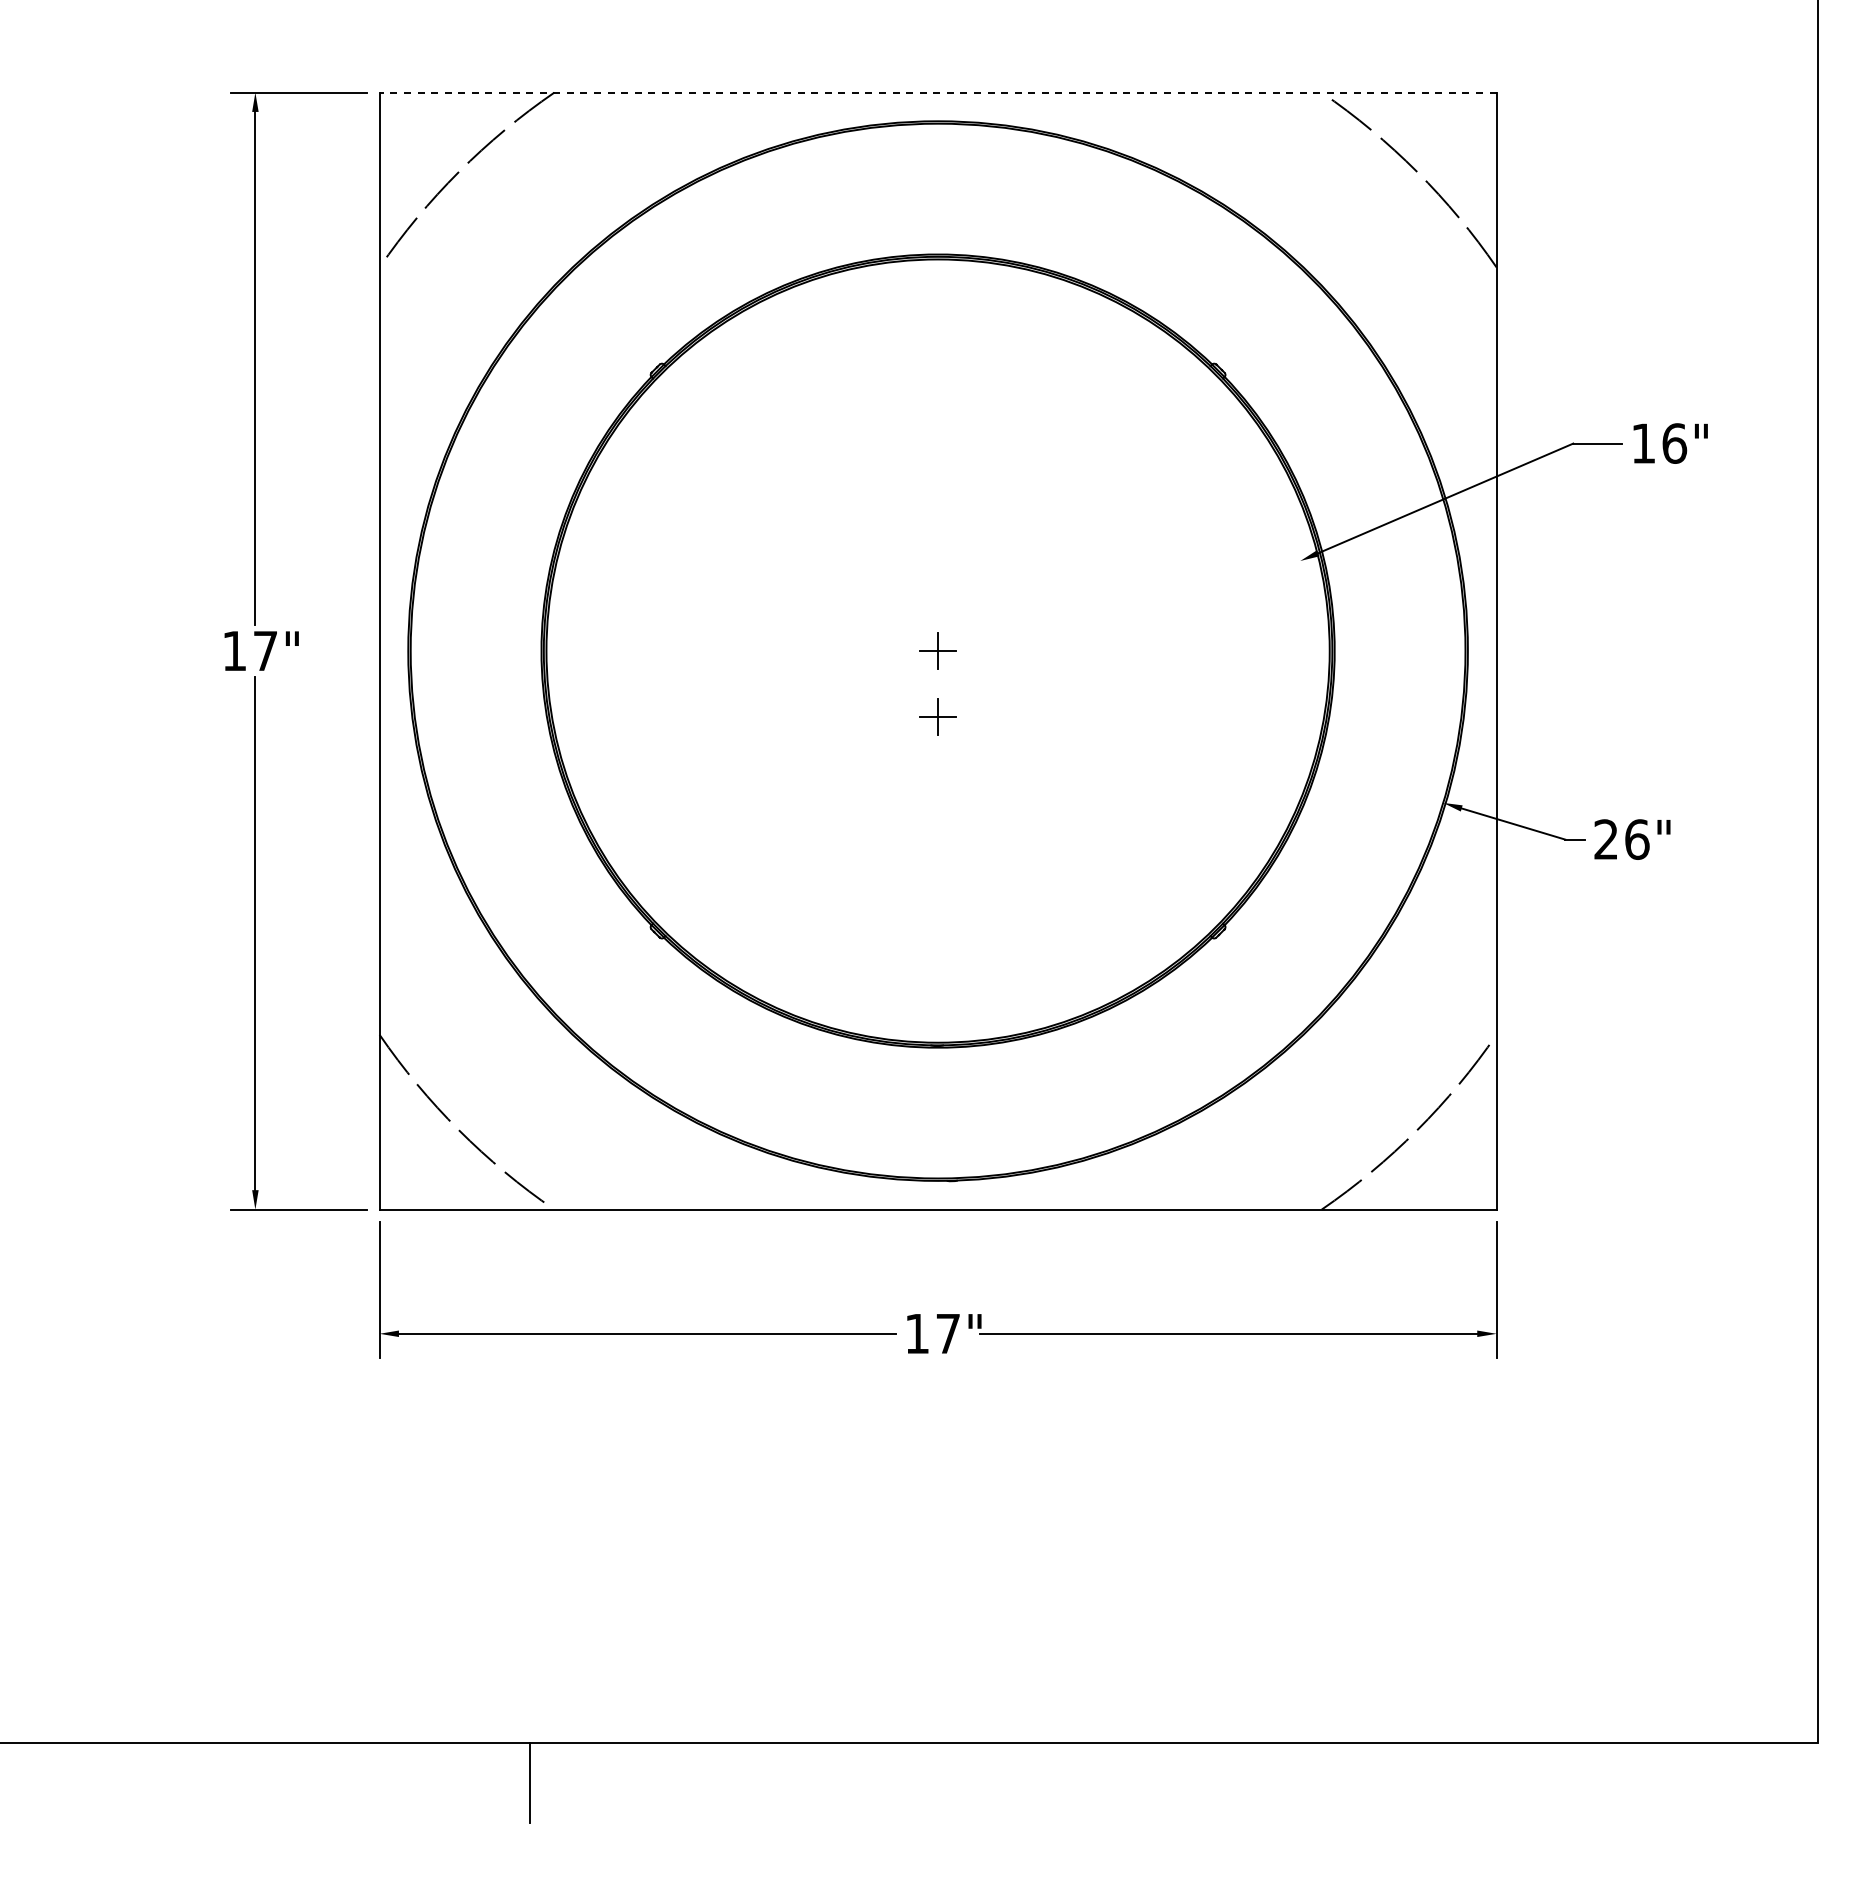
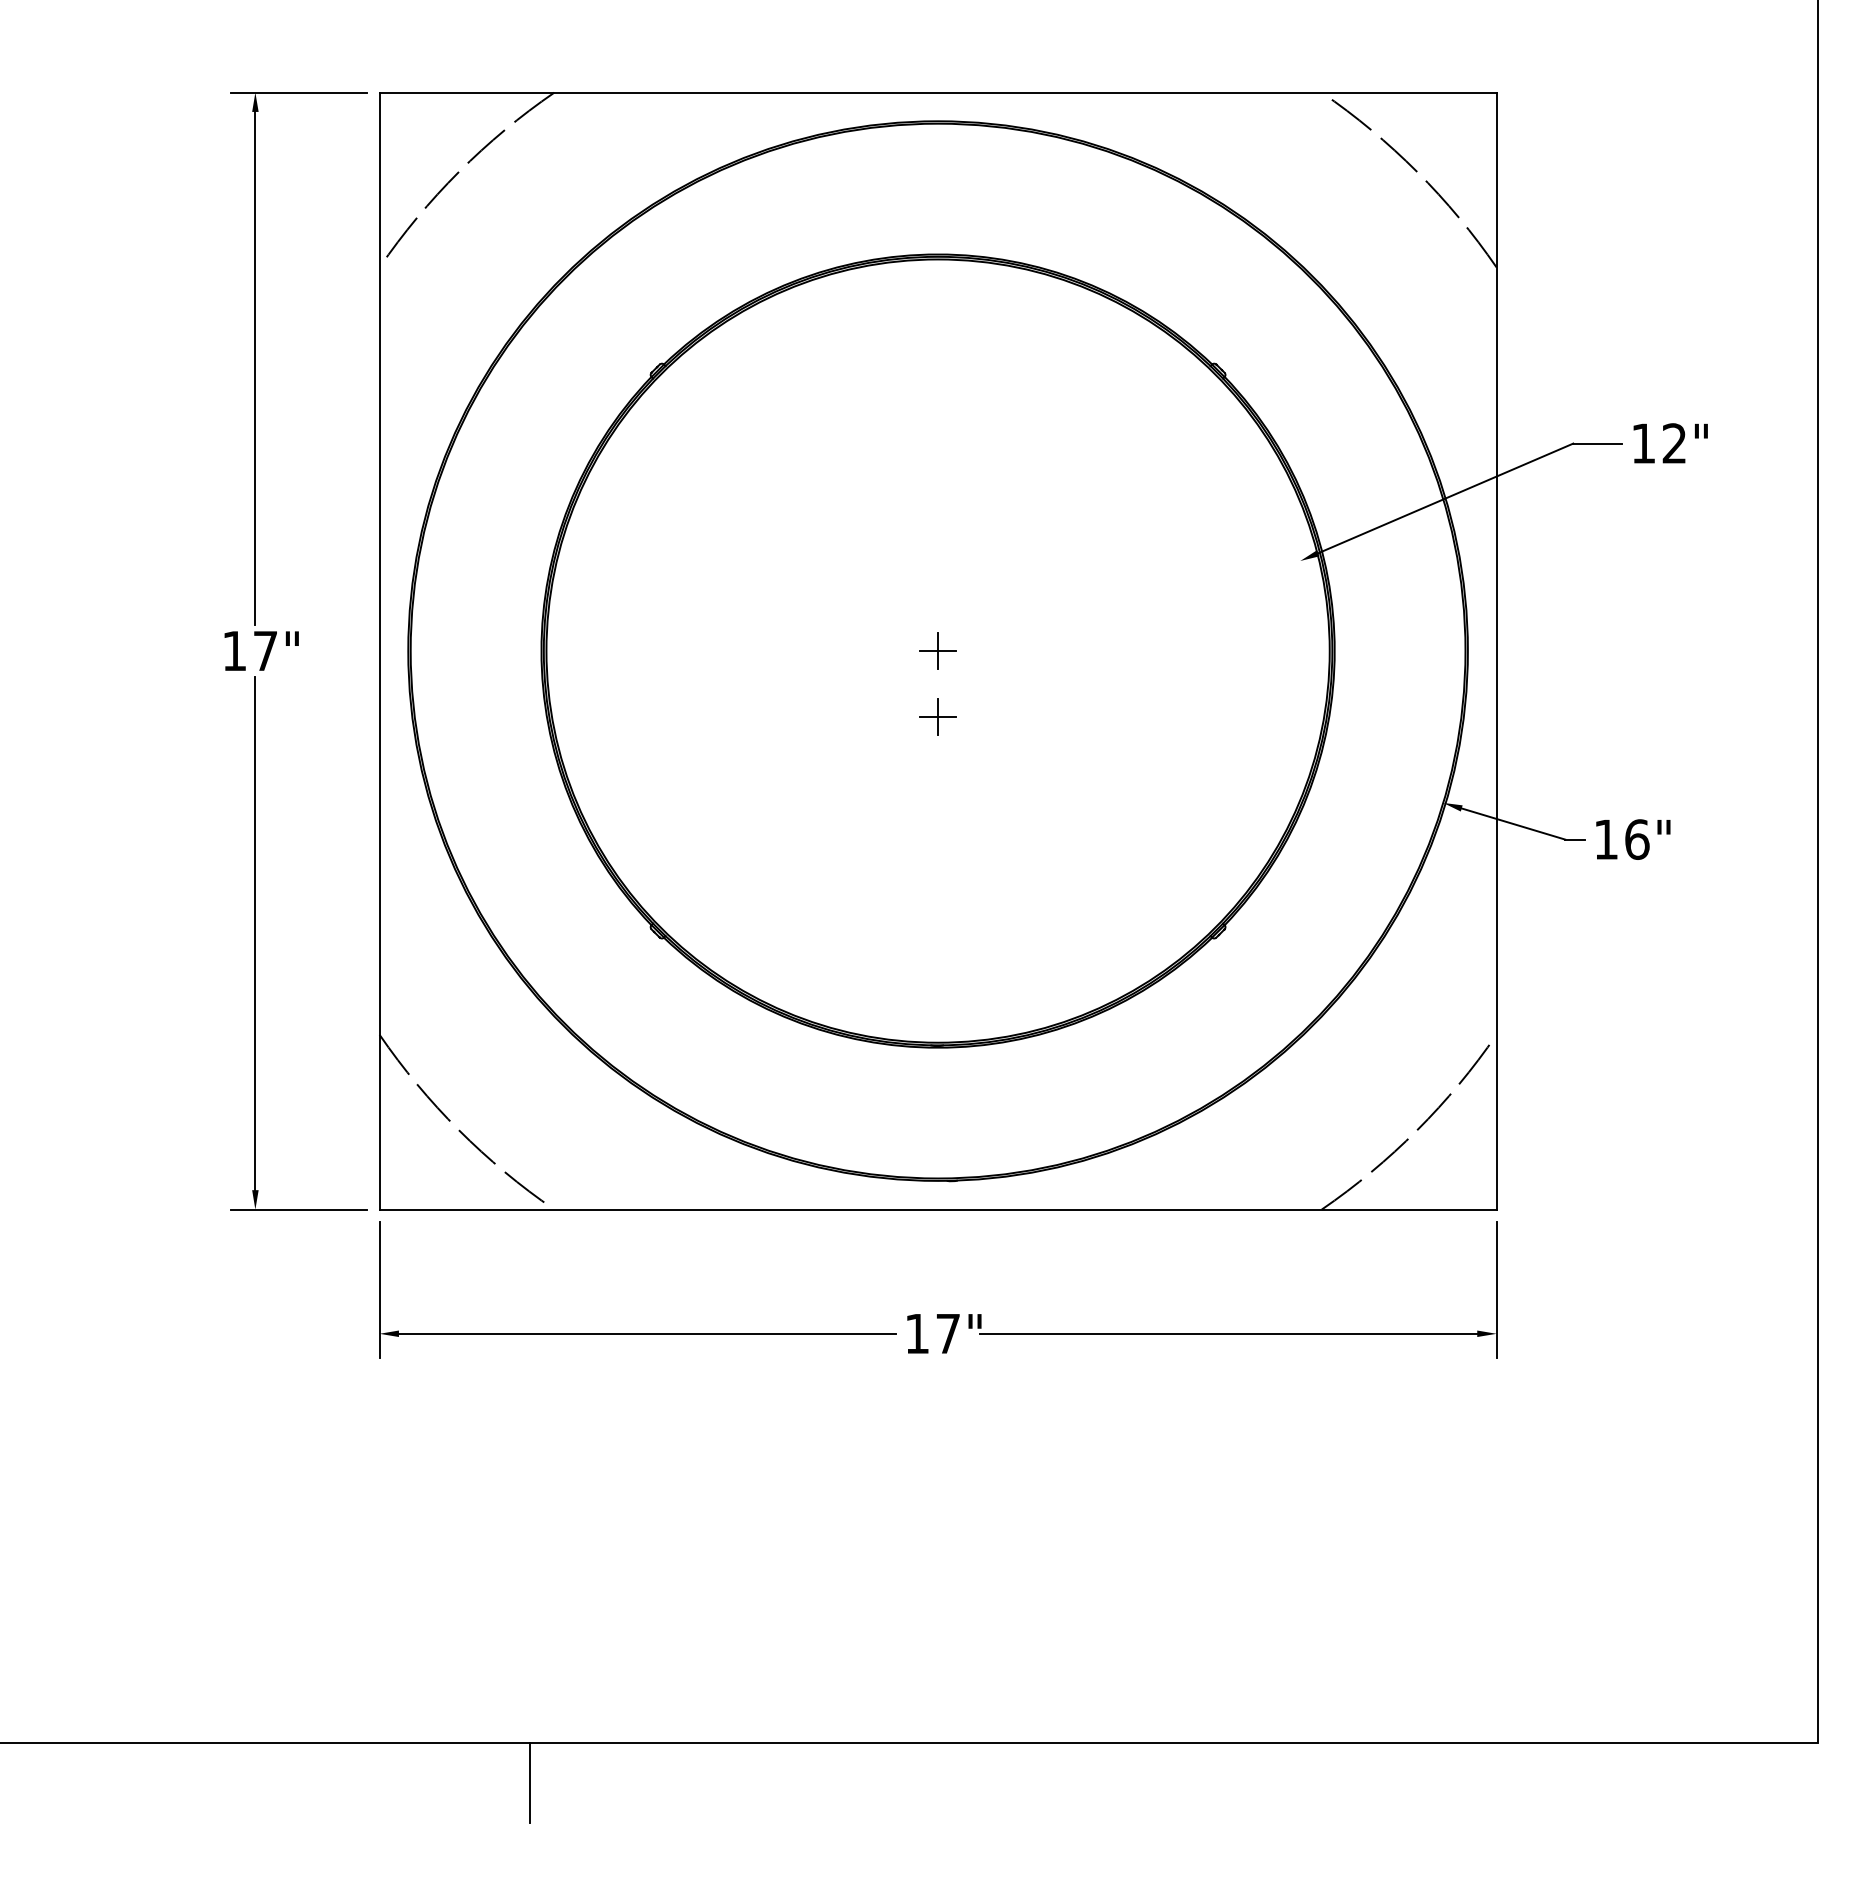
line at (938, 92): dashed -> solid
text at (1674, 443): 16" -> 12"
text at (1605, 839): 26" -> 16"
